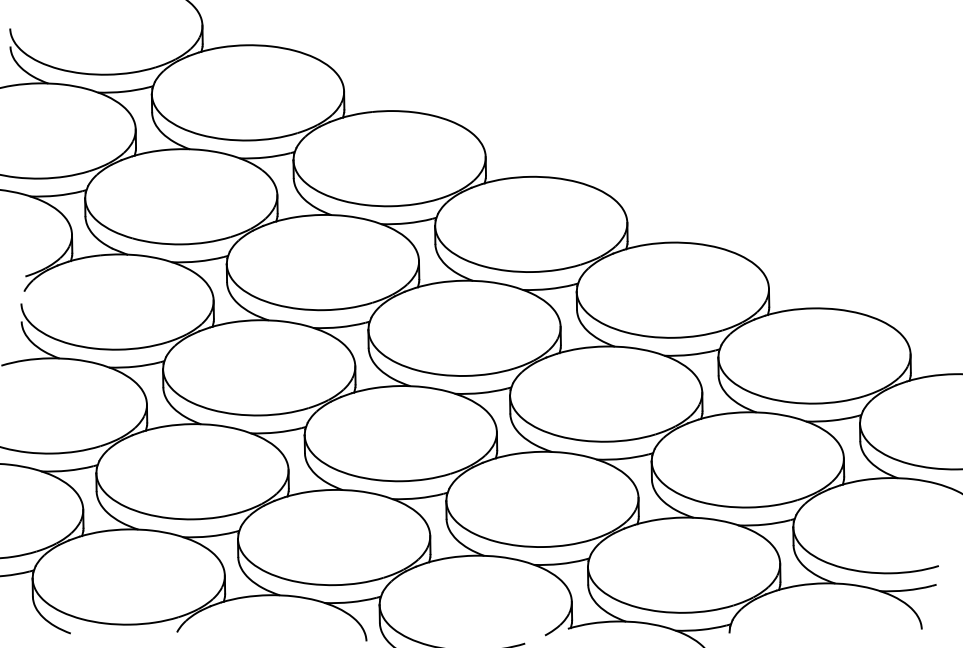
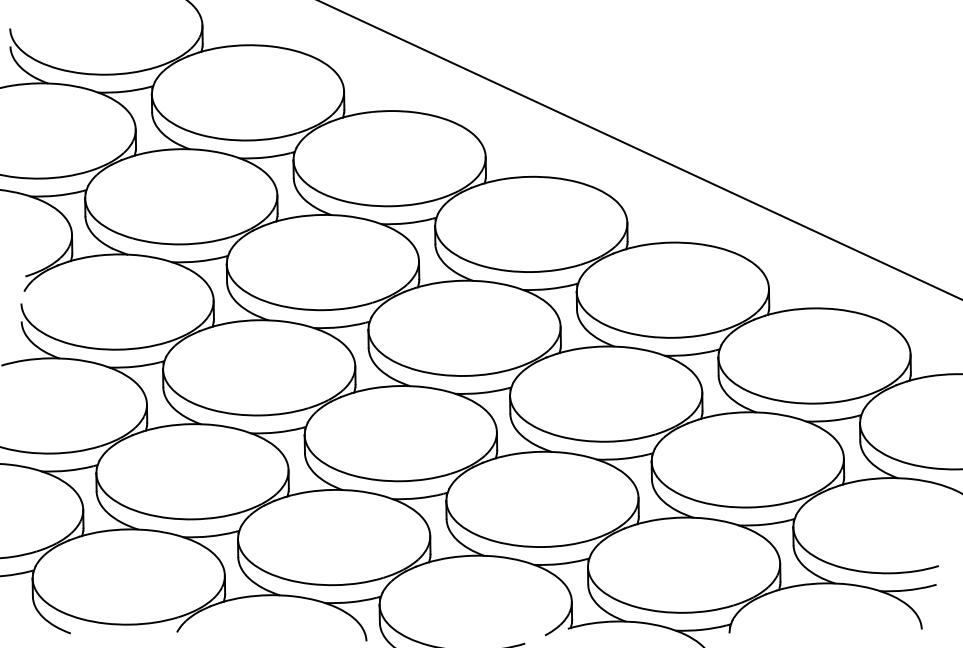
line at (640, 150): none -> present
